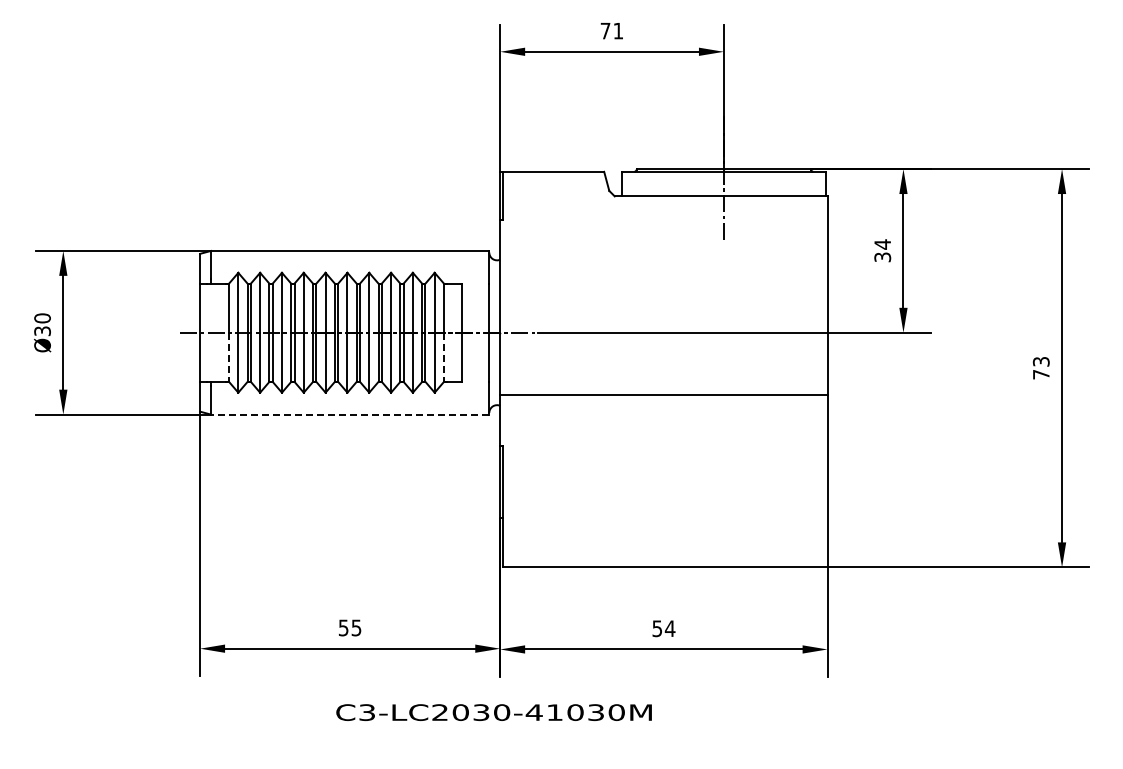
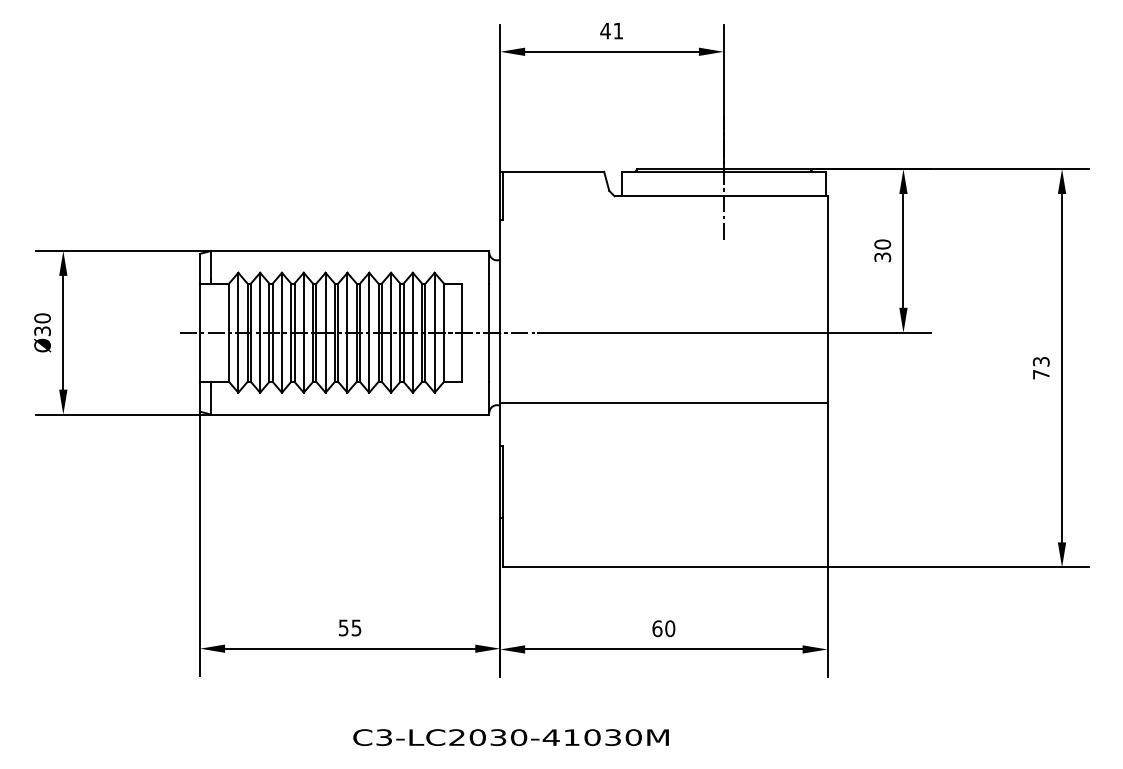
text at (605, 30): 71 -> 41
text at (882, 244): 34 -> 30
line at (229, 357): dashed -> solid
line at (444, 357): dashed -> solid
line at (663, 395) position: (663, 395) -> (663, 403)
line at (349, 414): dashed -> solid
text at (663, 628): 54 -> 60
text at (493, 712) position: (493, 712) -> (510, 737)
